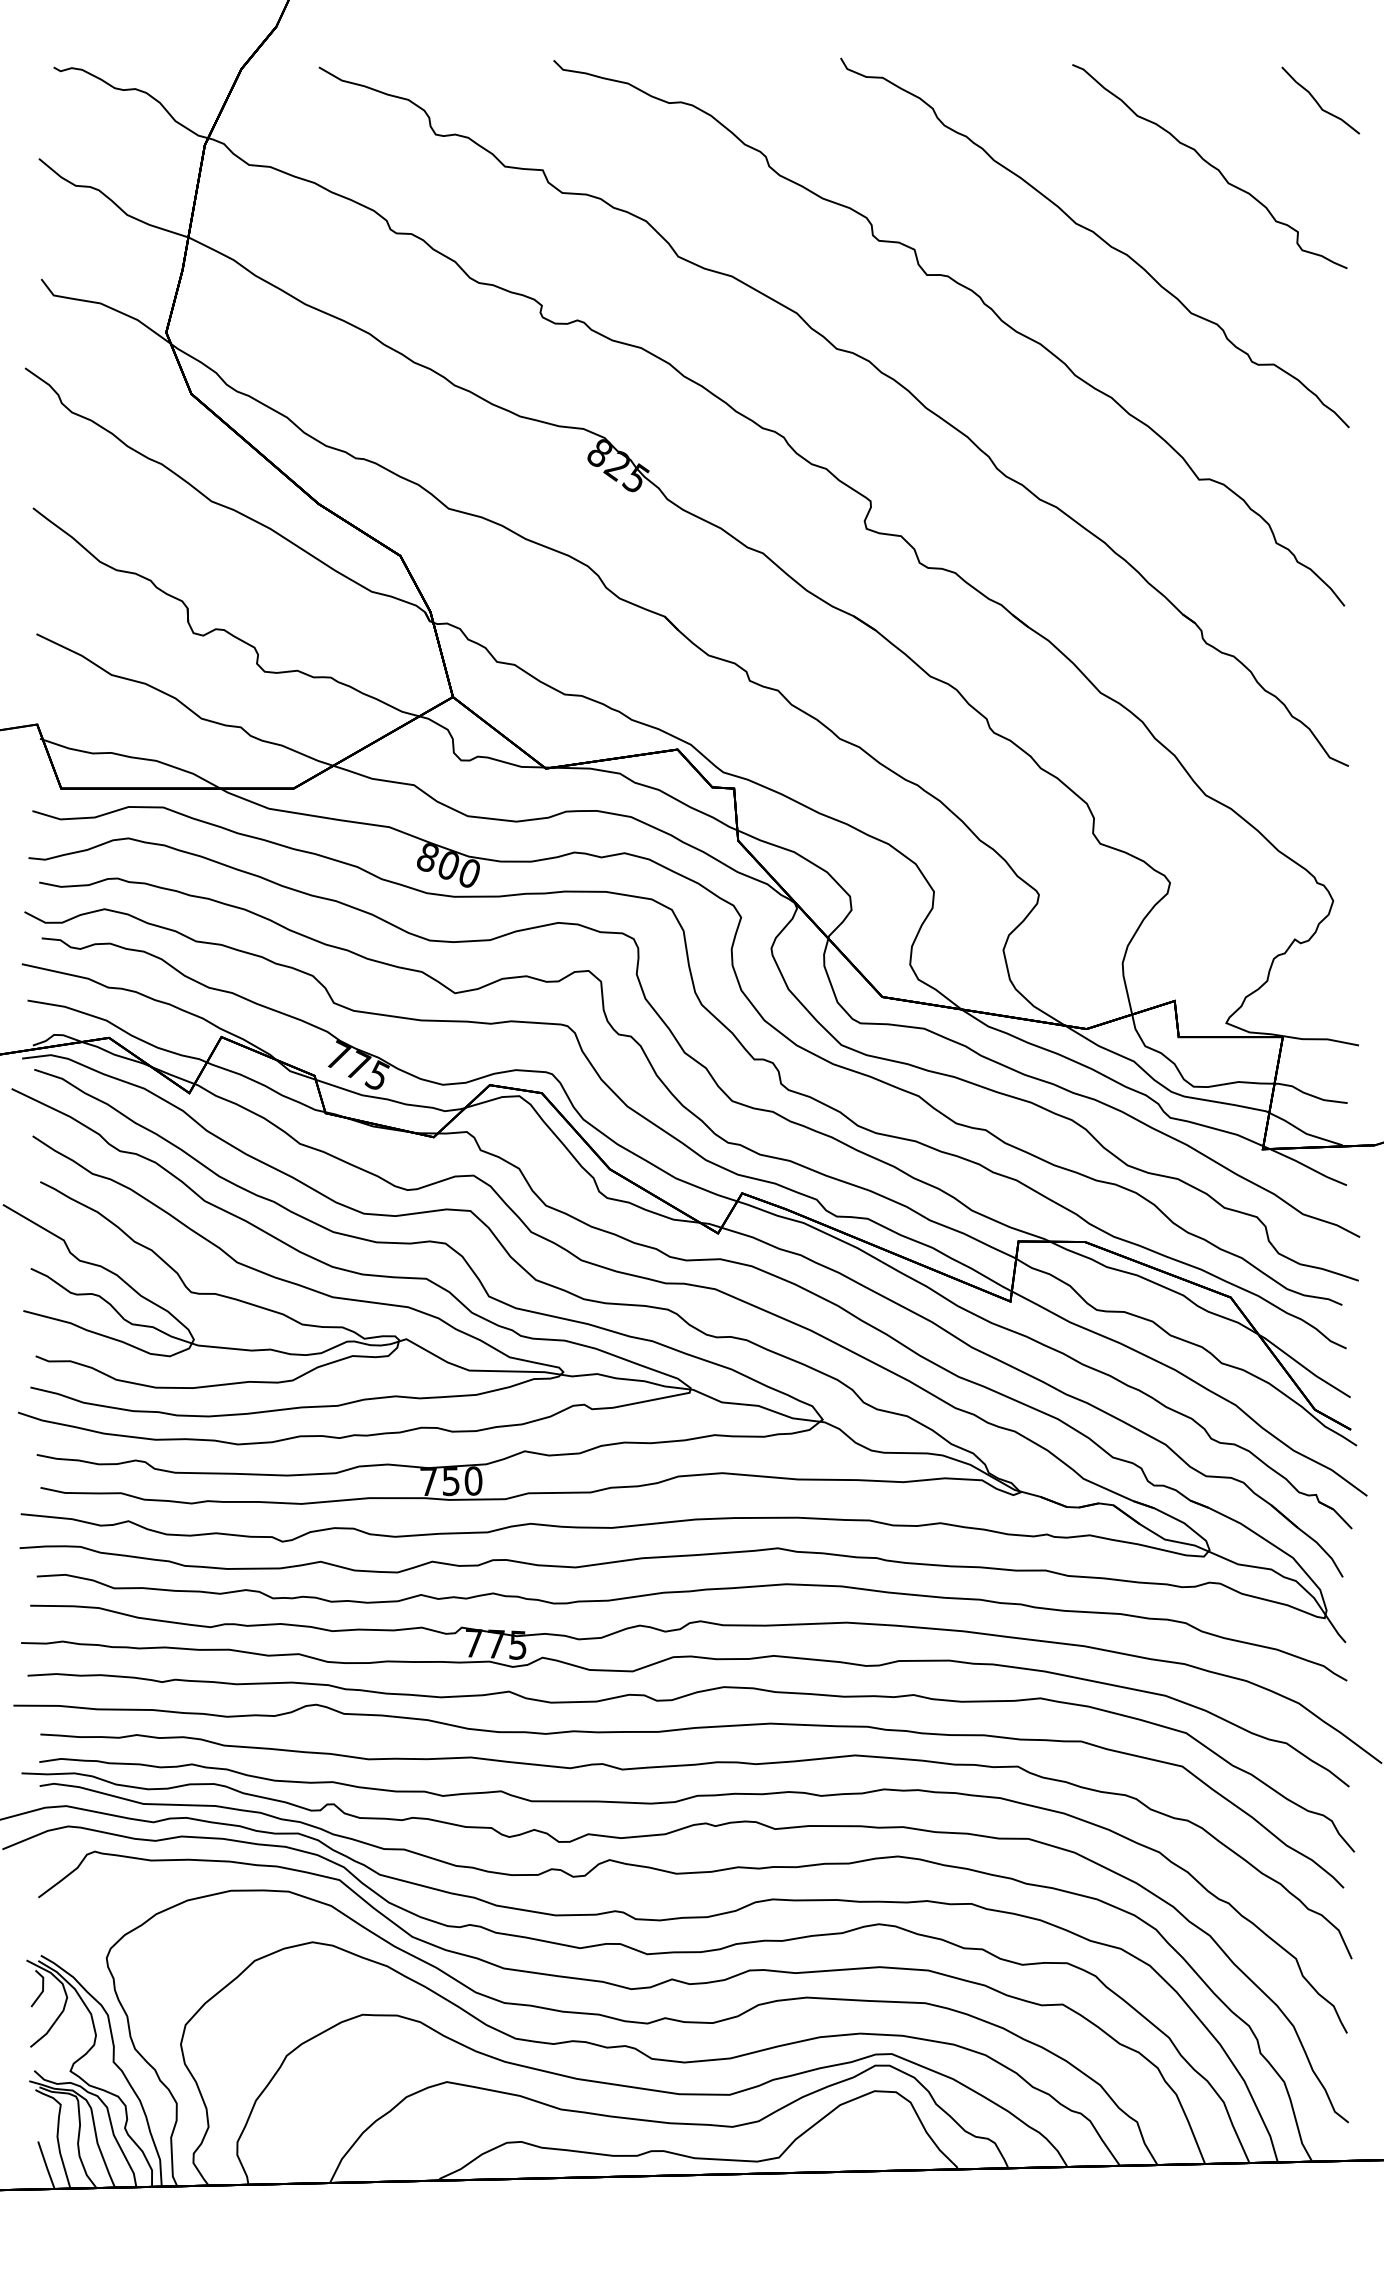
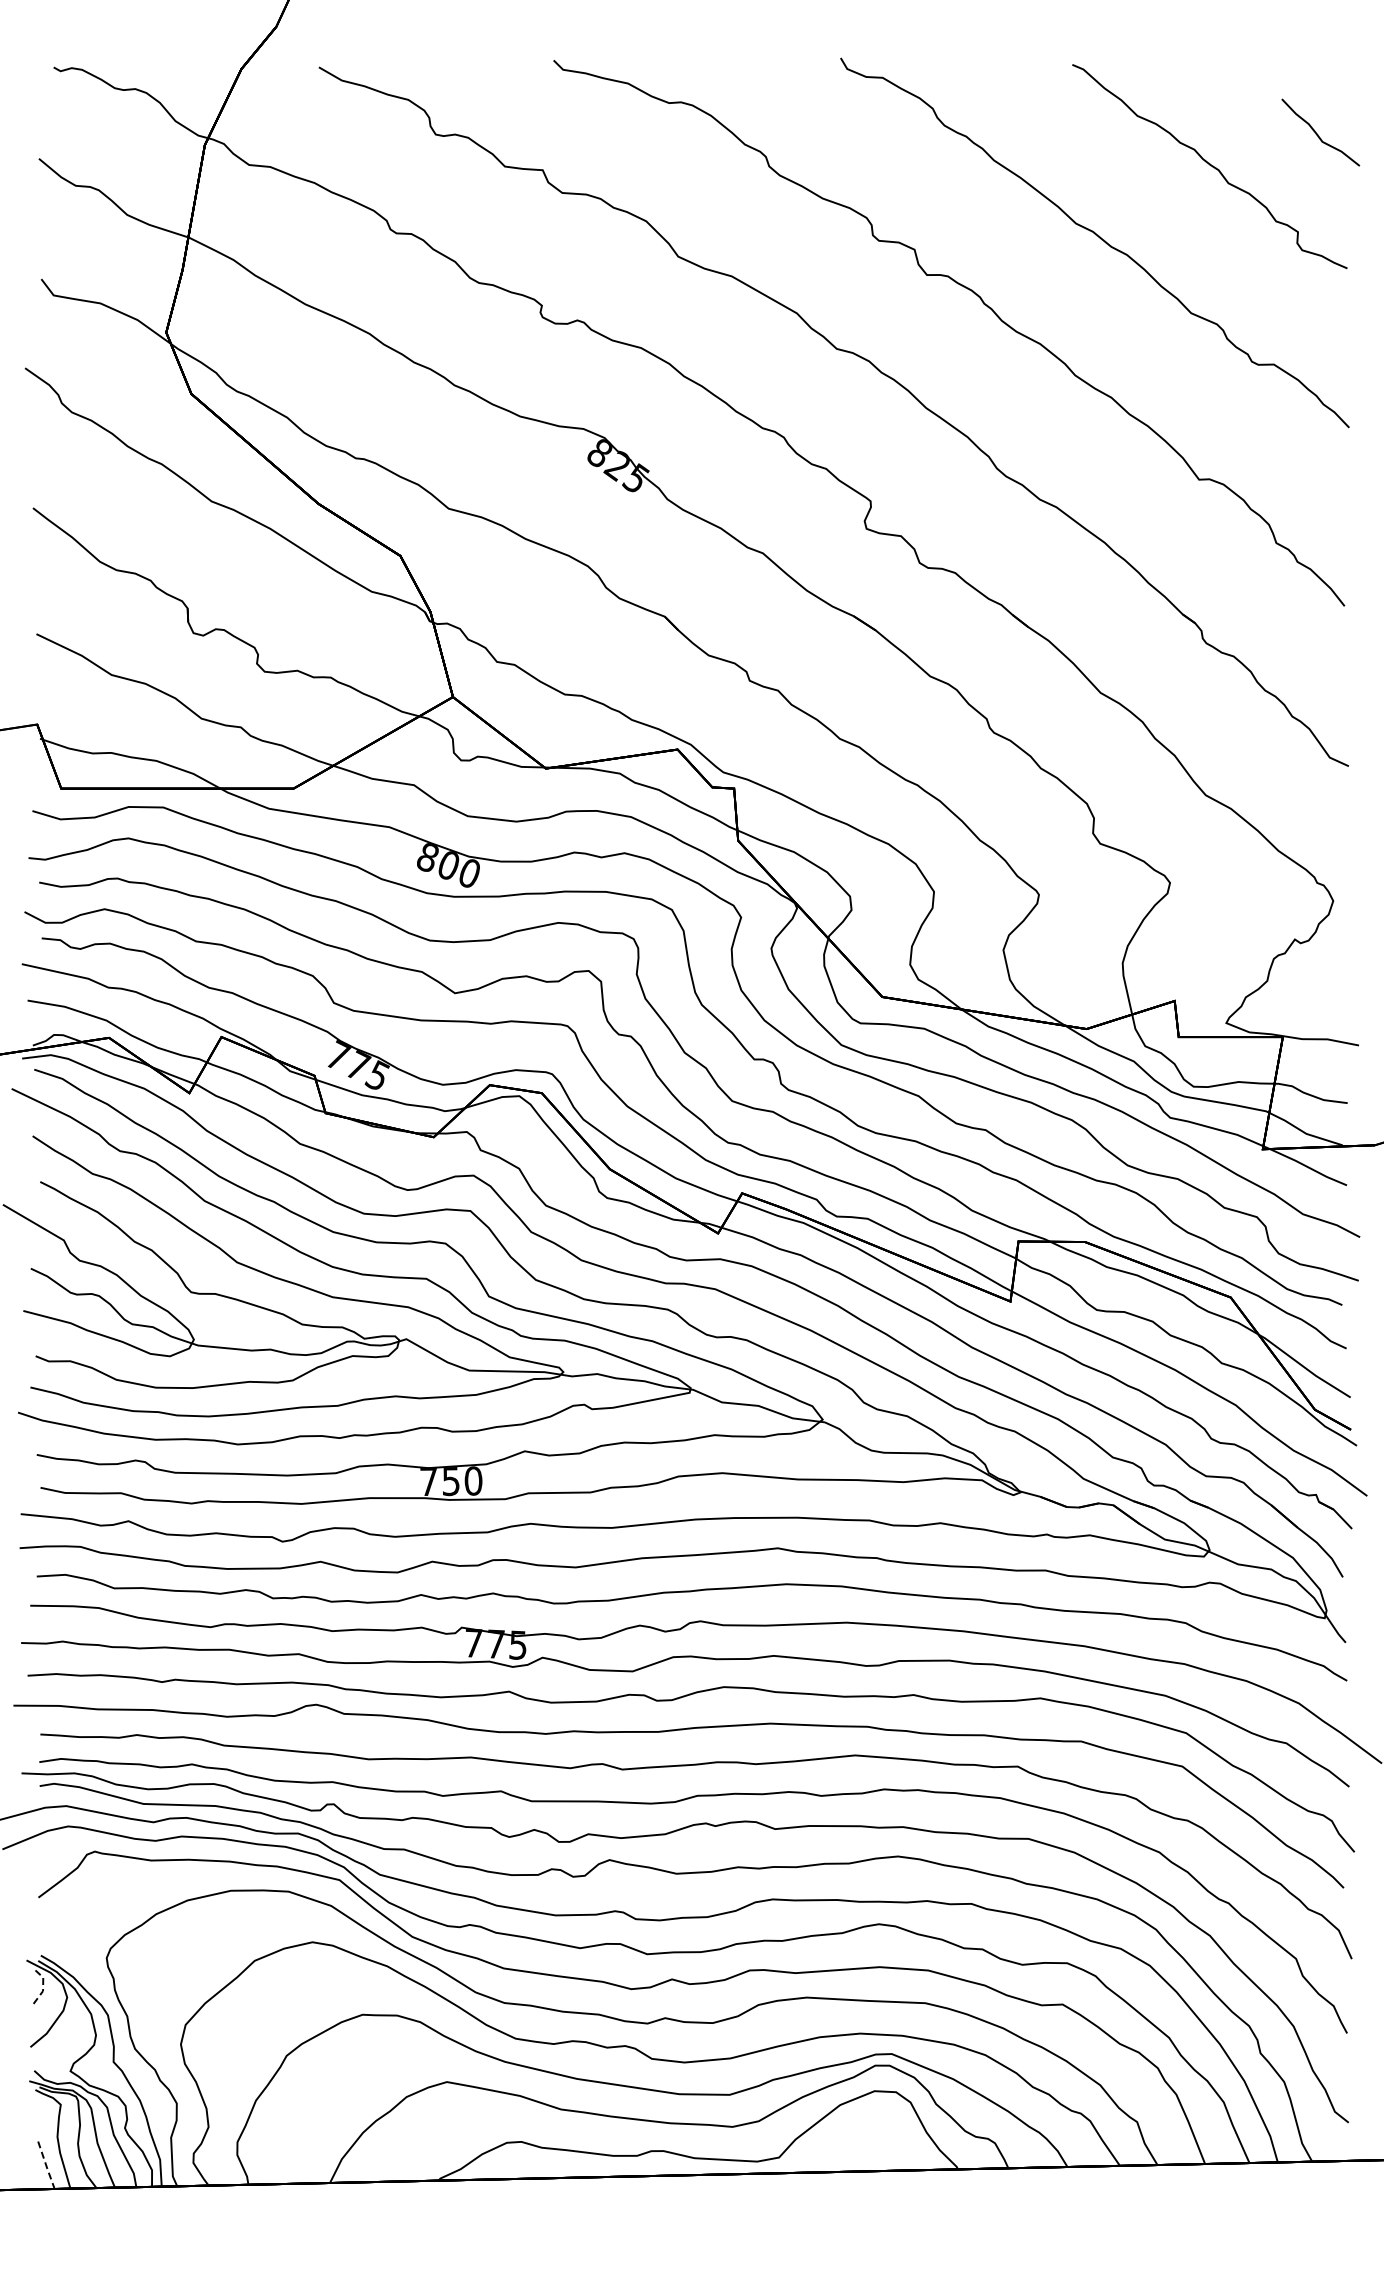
curve at (1318, 102) position: (1318, 102) -> (1318, 134)
line at (43, 1989): solid -> dashed
line at (46, 2166): solid -> dashed
